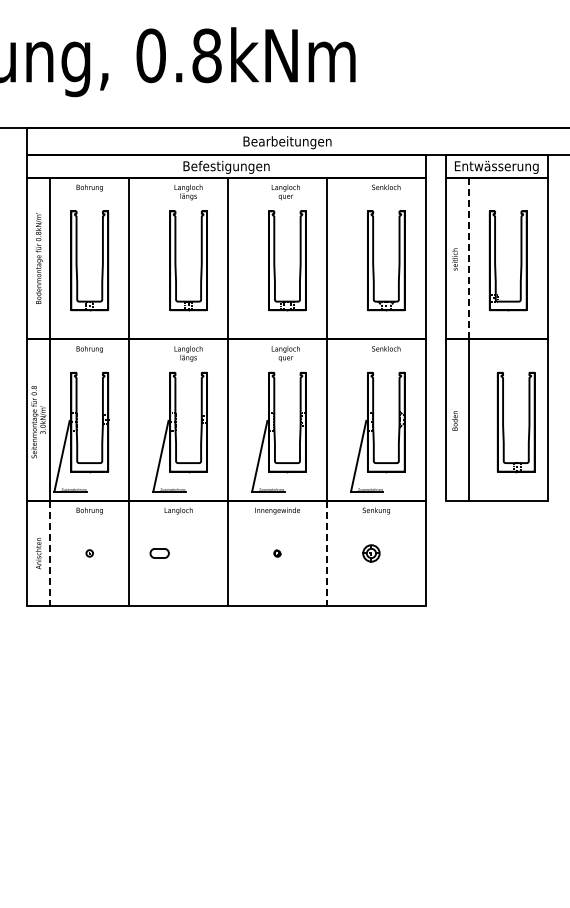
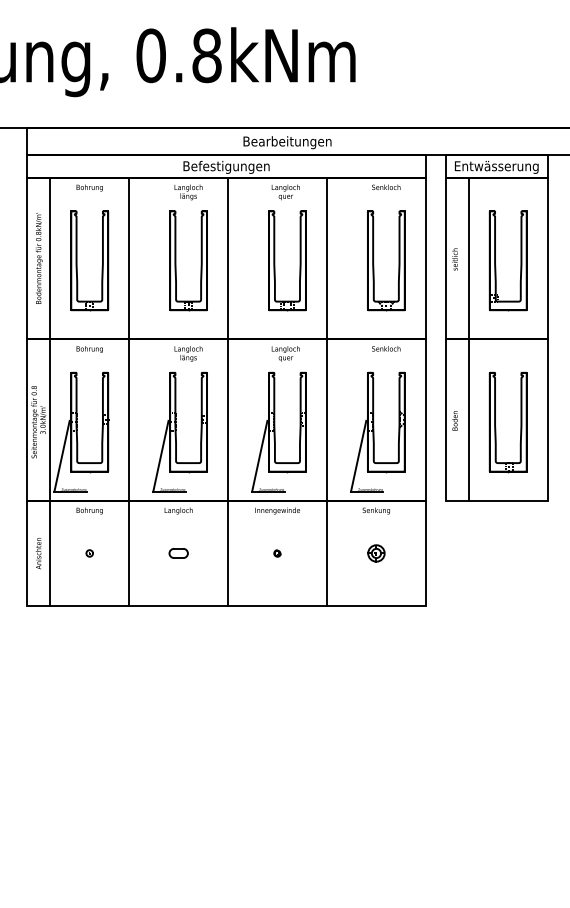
line at (468, 258): dashed -> solid
part at (503, 422) position: (503, 422) -> (495, 422)
line at (50, 553): dashed -> solid
part at (159, 553) position: (159, 553) -> (178, 553)
line at (327, 553): dashed -> solid
part at (371, 553) position: (371, 553) -> (376, 553)
